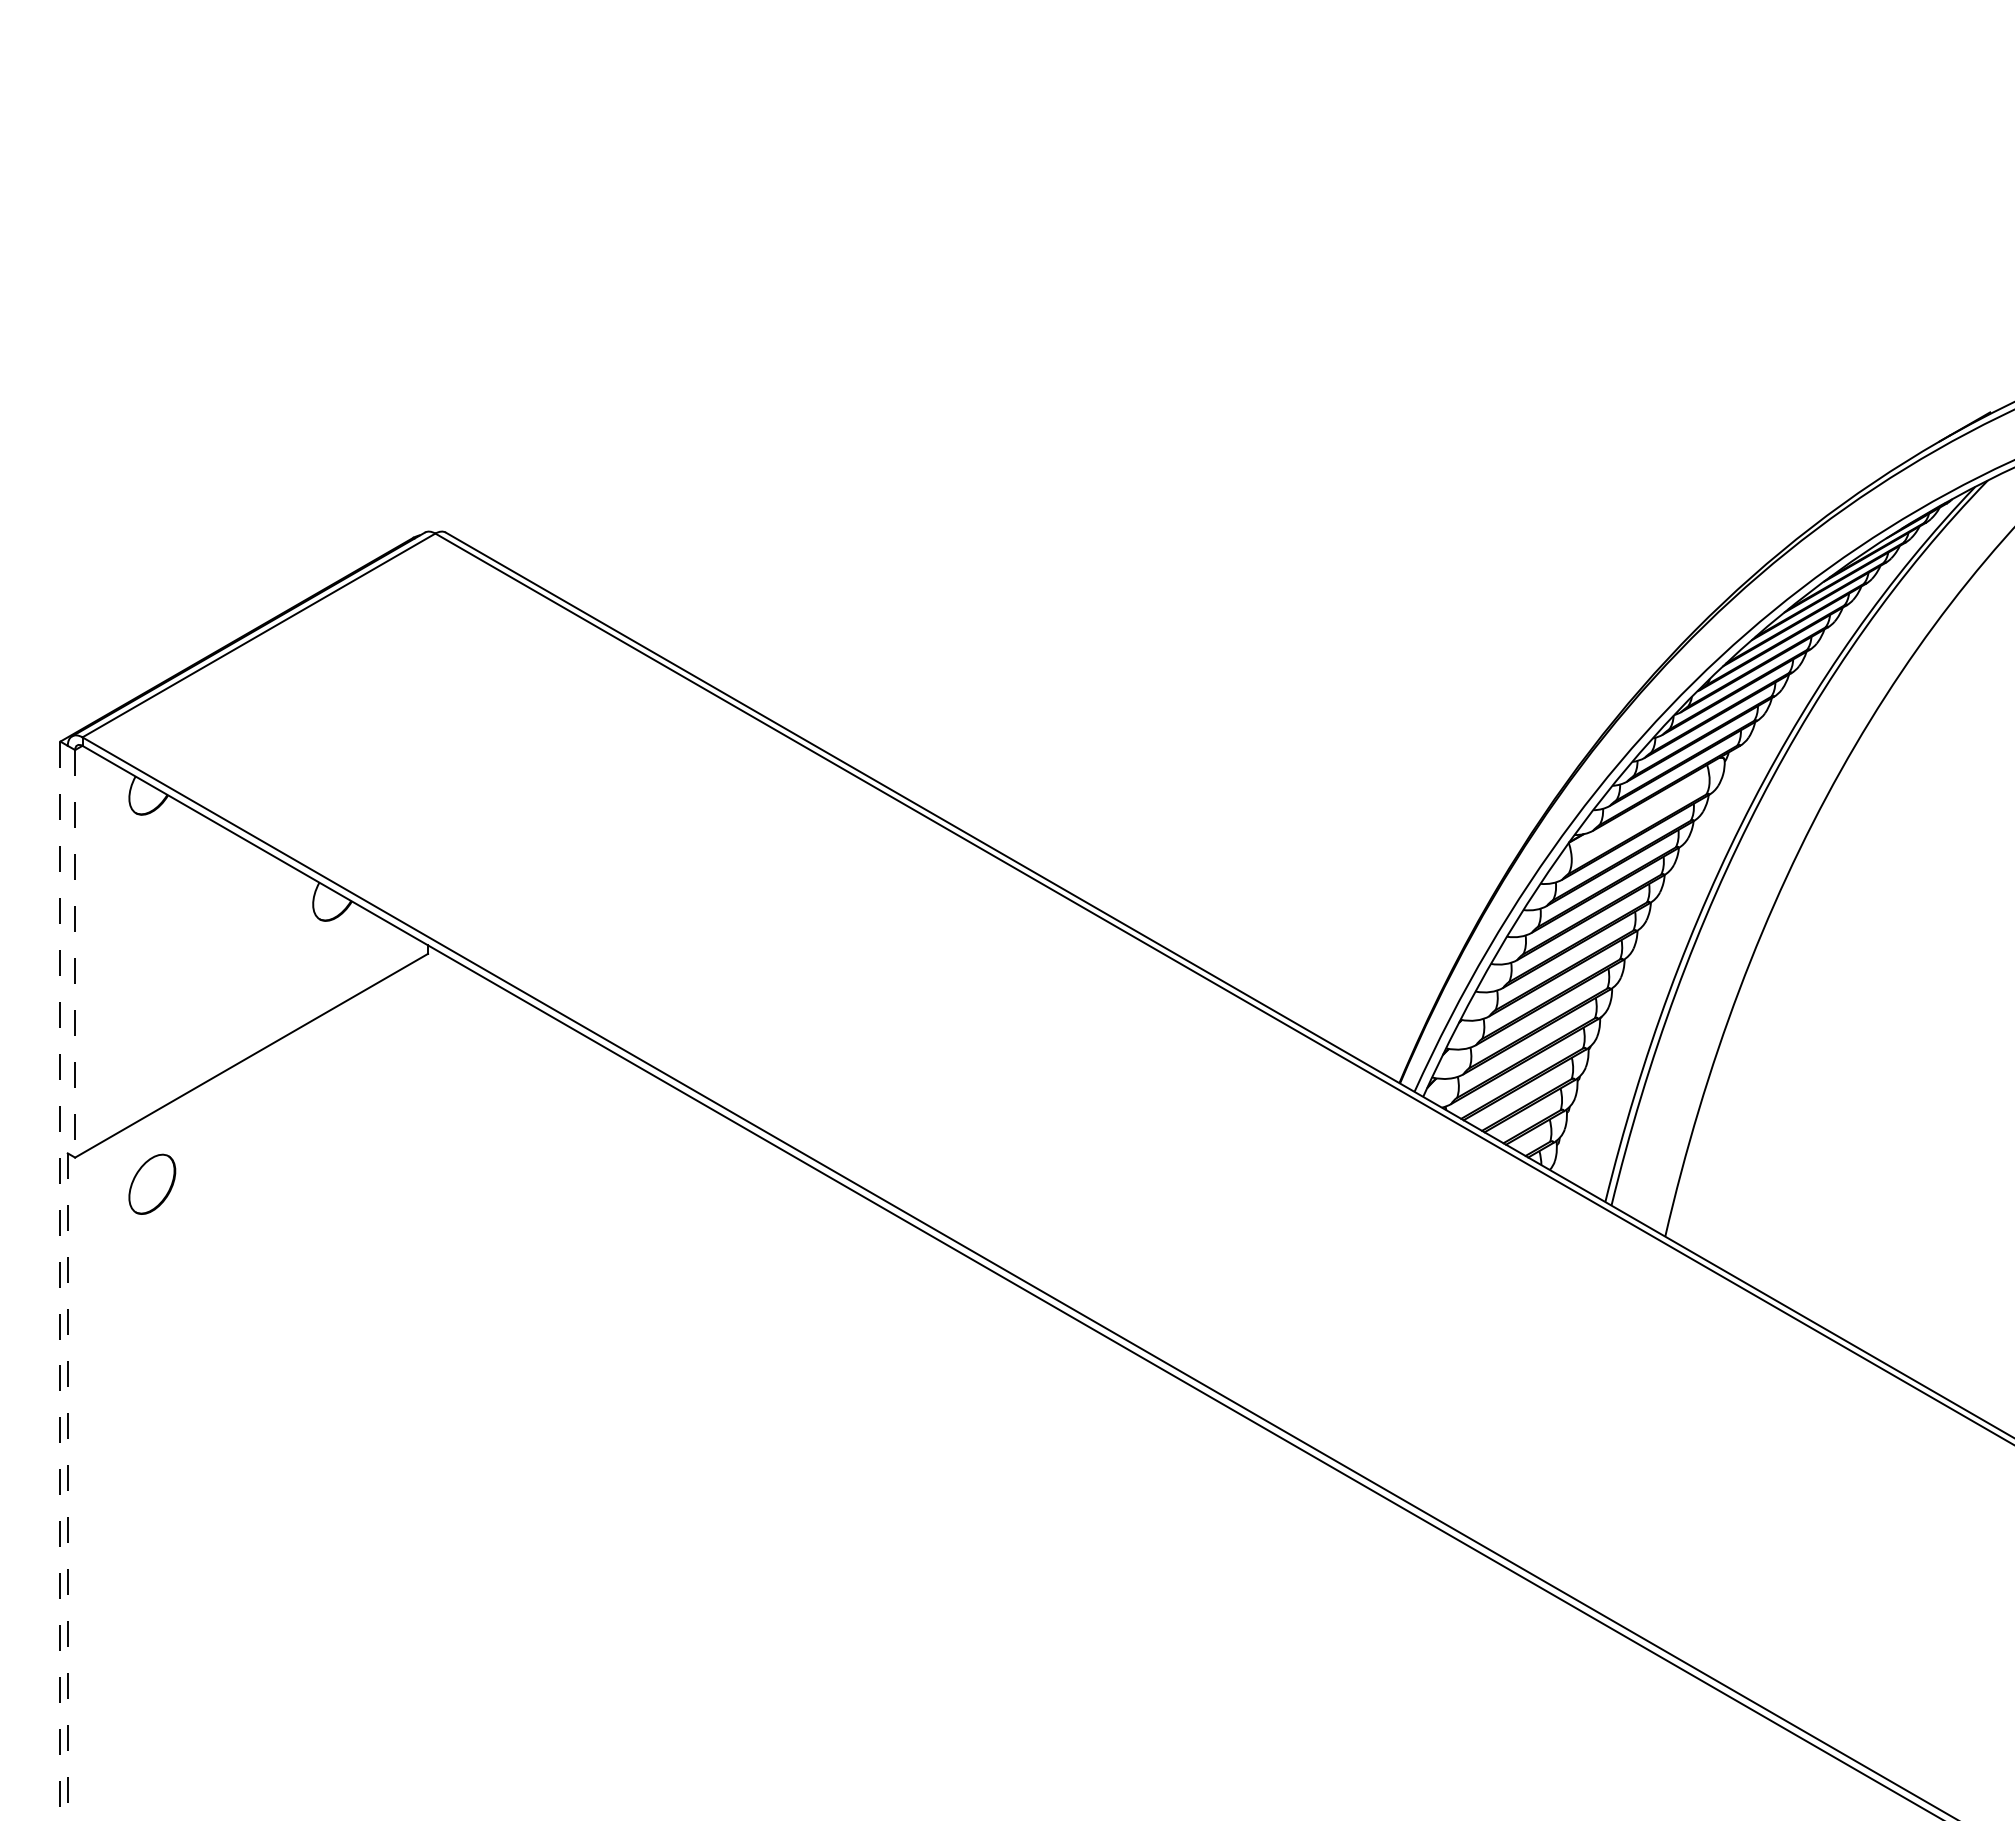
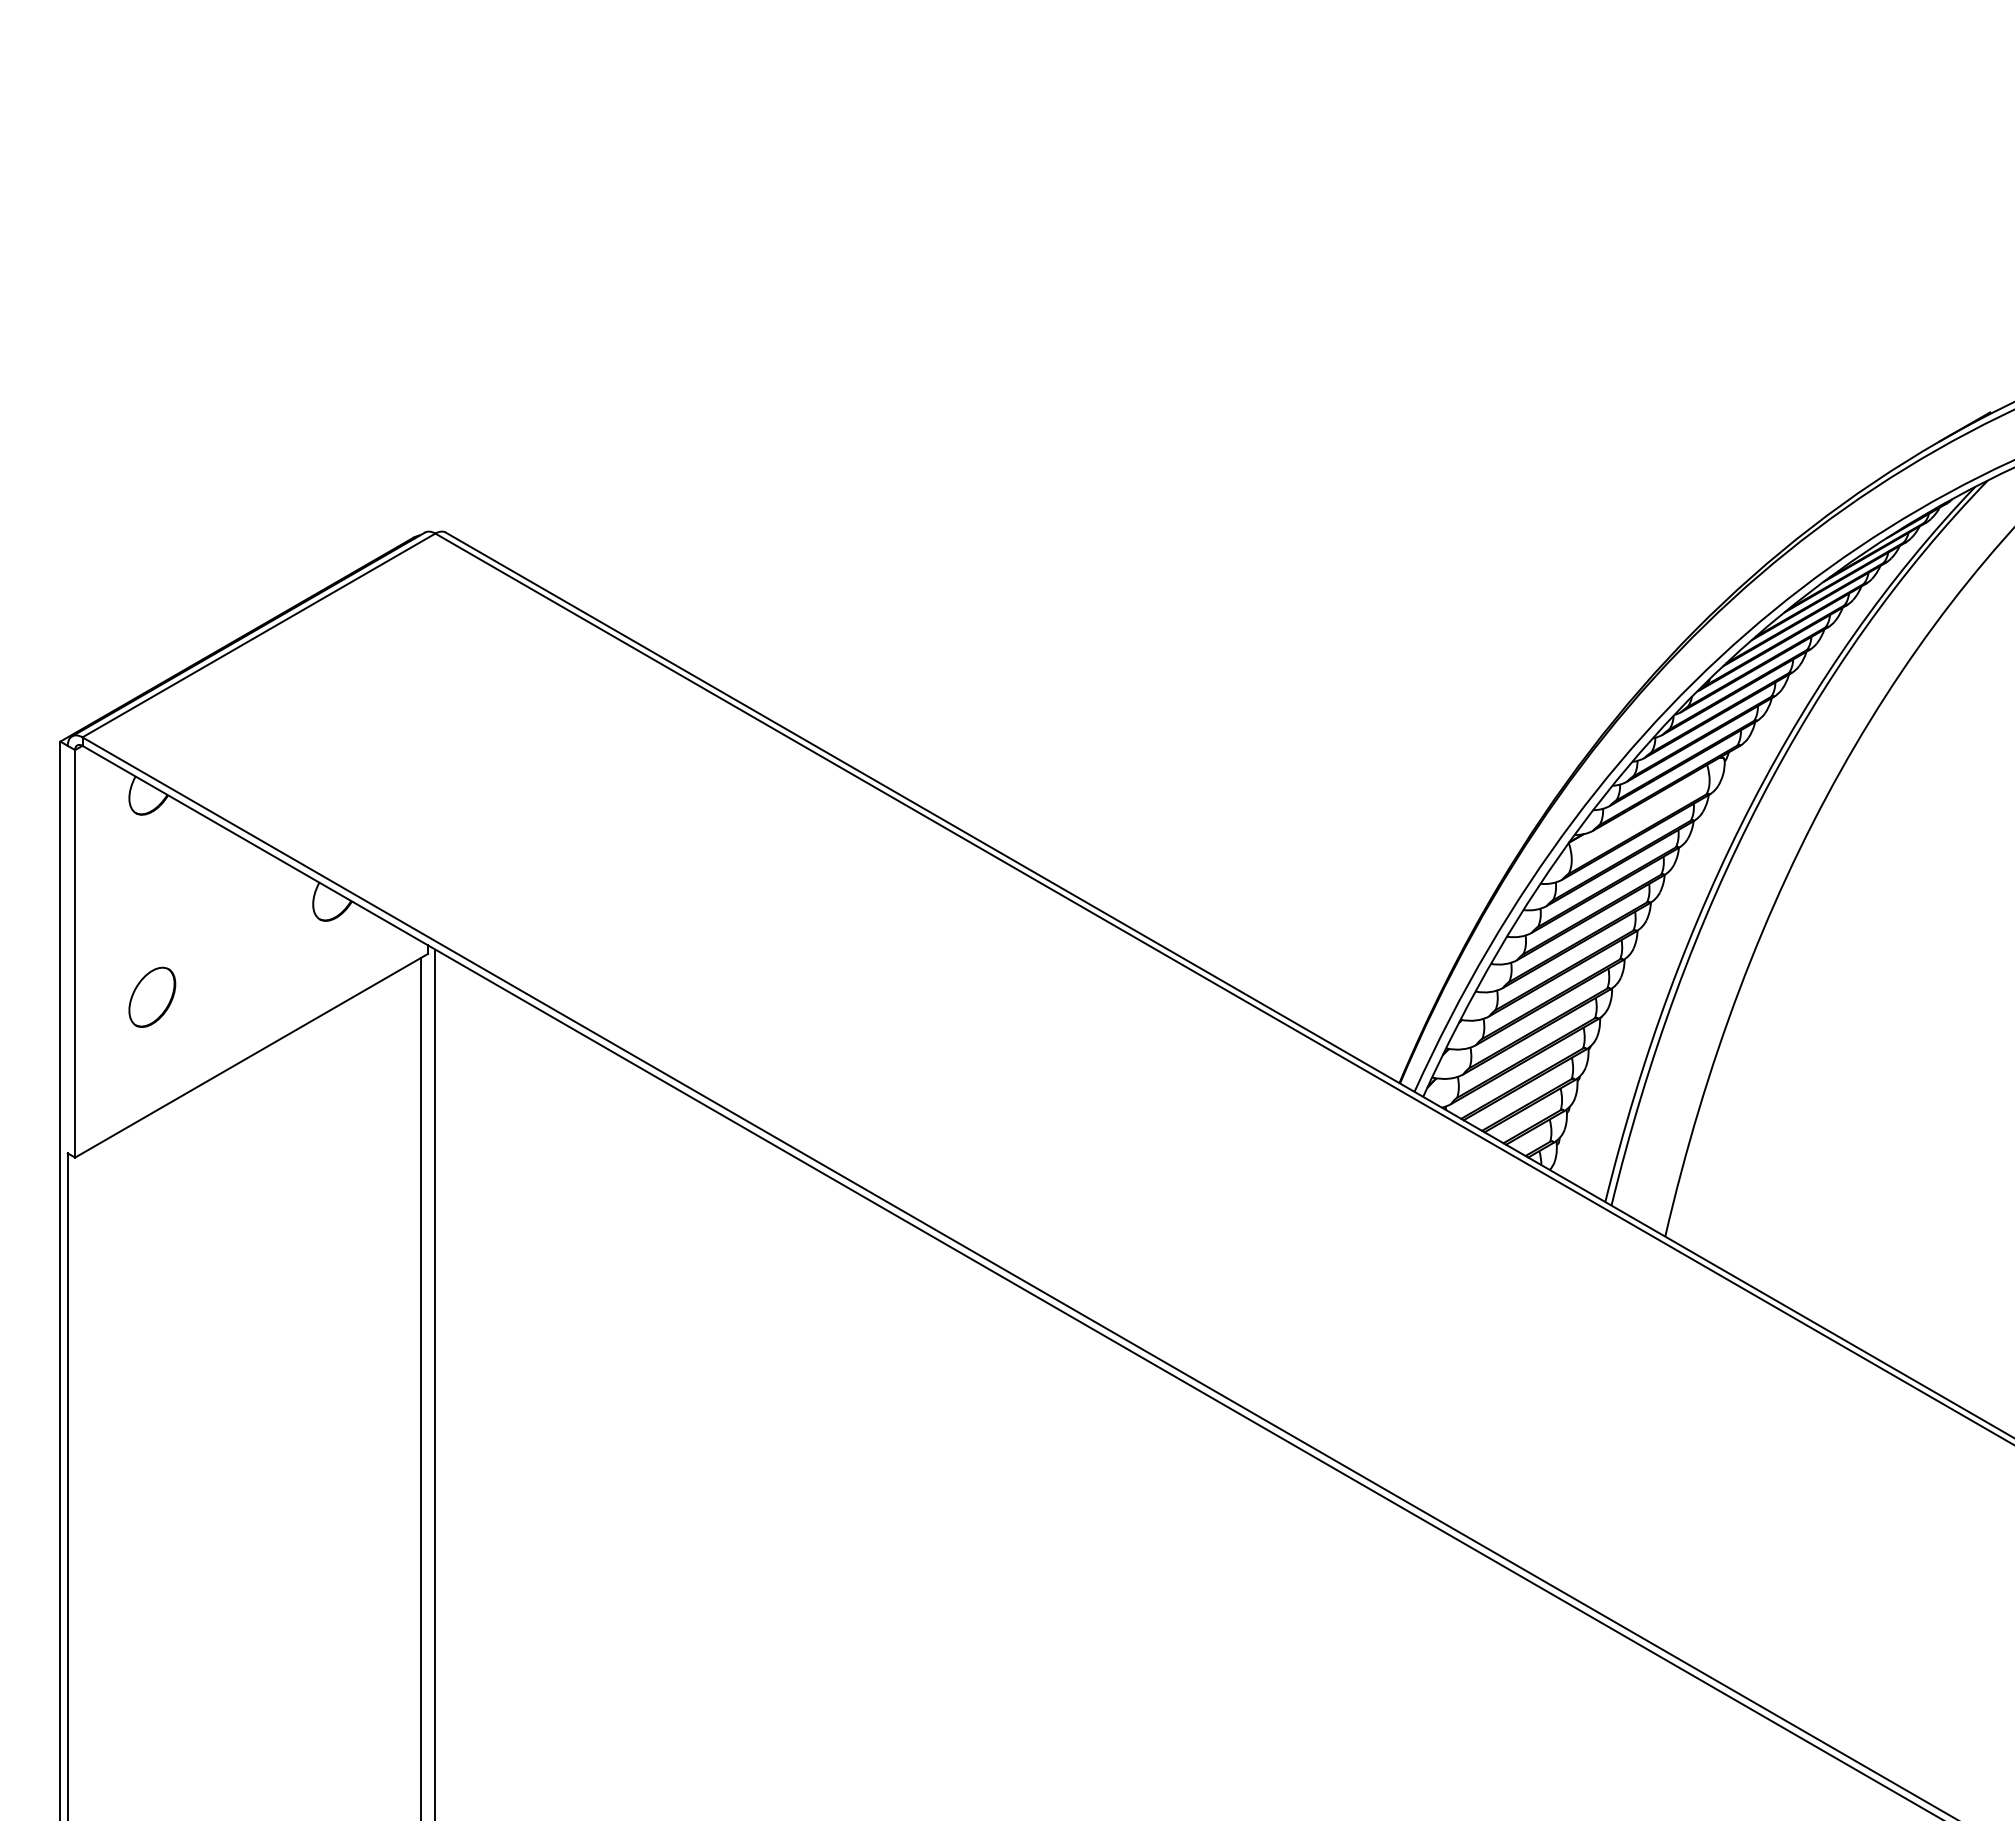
line at (75, 953): dashed -> solid
part at (152, 1183) position: (152, 1183) -> (152, 996)
line at (60, 1281): dashed -> solid
line at (435, 1383): none -> present
line at (420, 1387): none -> present
line at (67, 1487): dashed -> solid
